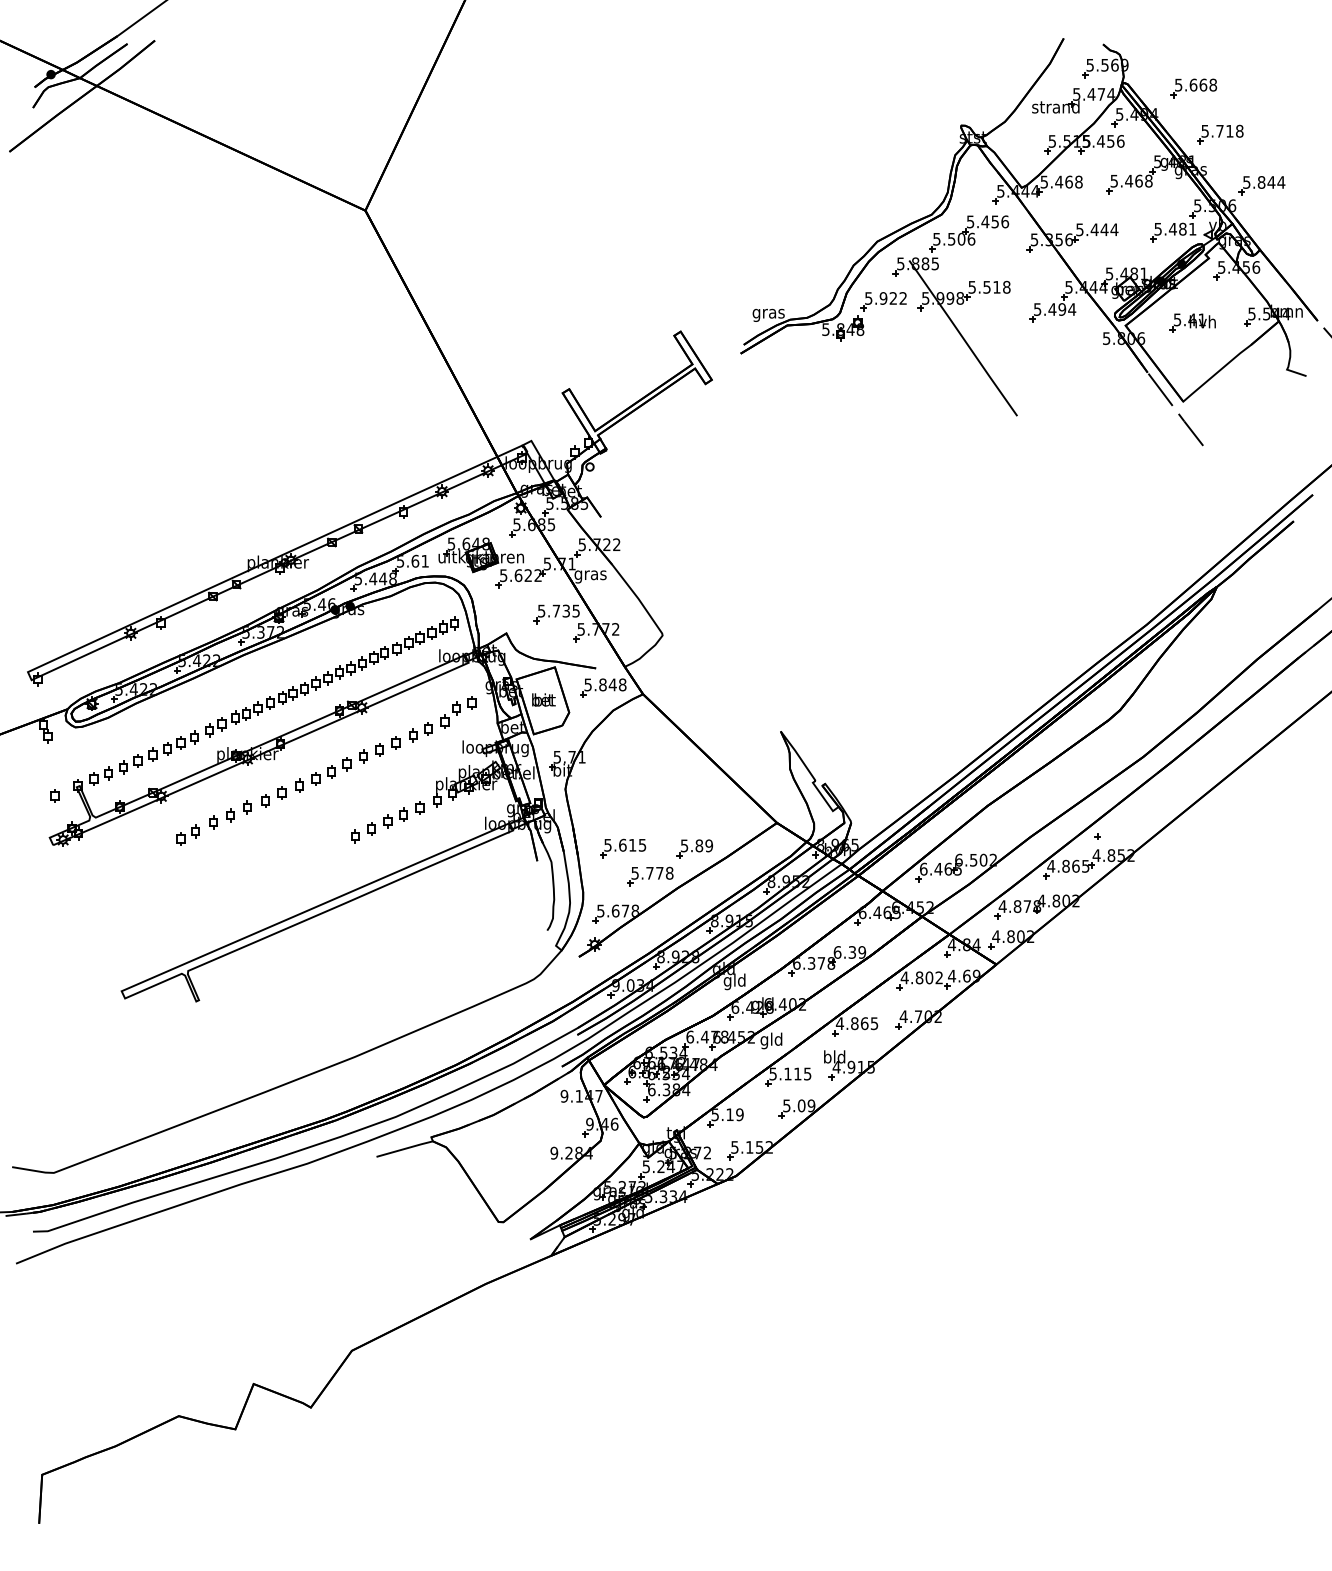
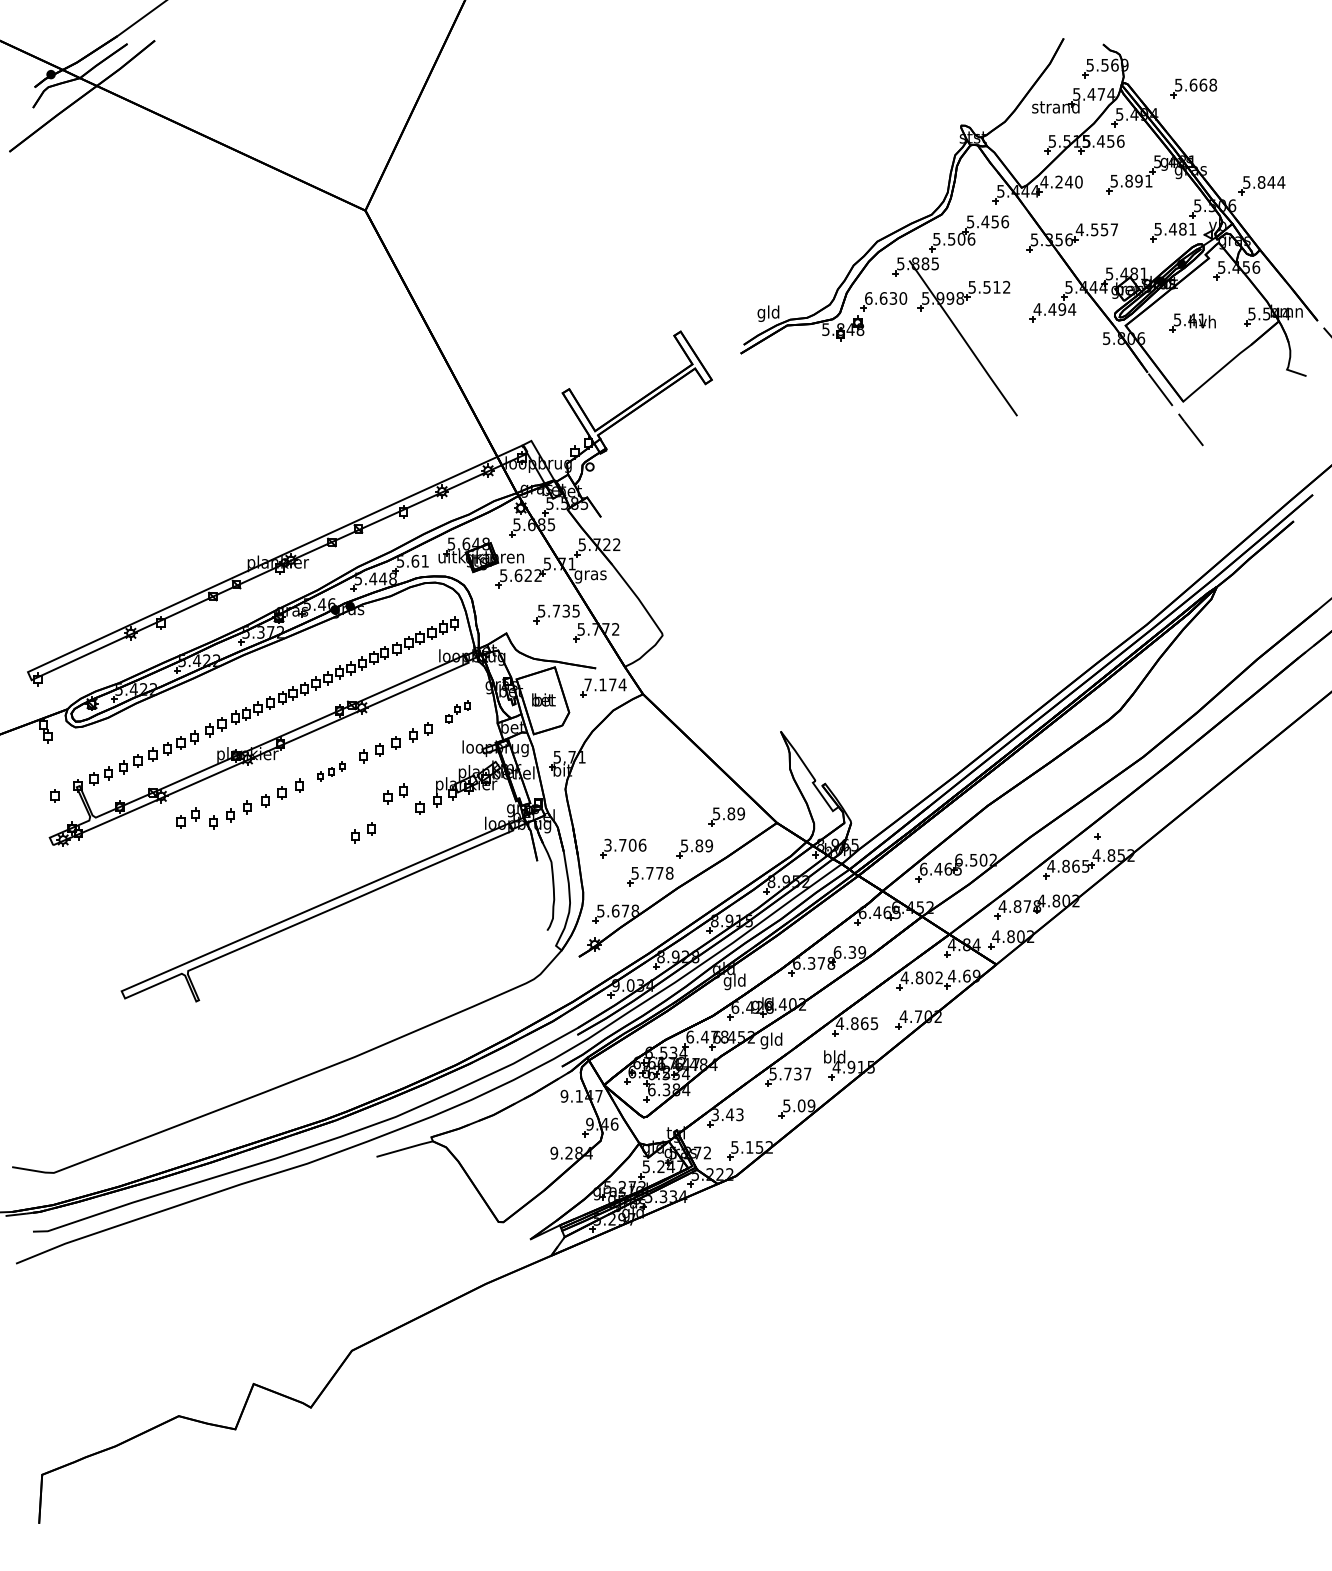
part at (1220, 134): present -> none
text at (1138, 180): 5.468 -> 5.891
text at (1061, 181): 5.468 -> 4.240
text at (1096, 229): 5.444 -> 4.557
text at (1006, 287): 5.518 -> 5.512
text at (886, 298): 5.922 -> 6.630
text at (1037, 309): 5.494 -> 4.494
text at (768, 313): gras -> gld
text at (605, 684): 5.848 -> 7.174
part at (458, 712) size: 37x33 px -> 26x24 px
part at (331, 771) size: 41x29 px -> 29x21 px
part at (726, 816): none -> present
part at (395, 817) position: (395, 817) -> (395, 793)
part at (187, 834) position: (187, 834) -> (187, 817)
text at (625, 844): 5.615 -> 3.706
text at (797, 1073): 5.115 -> 5.737
text at (727, 1114): 5.19 -> 3.43
